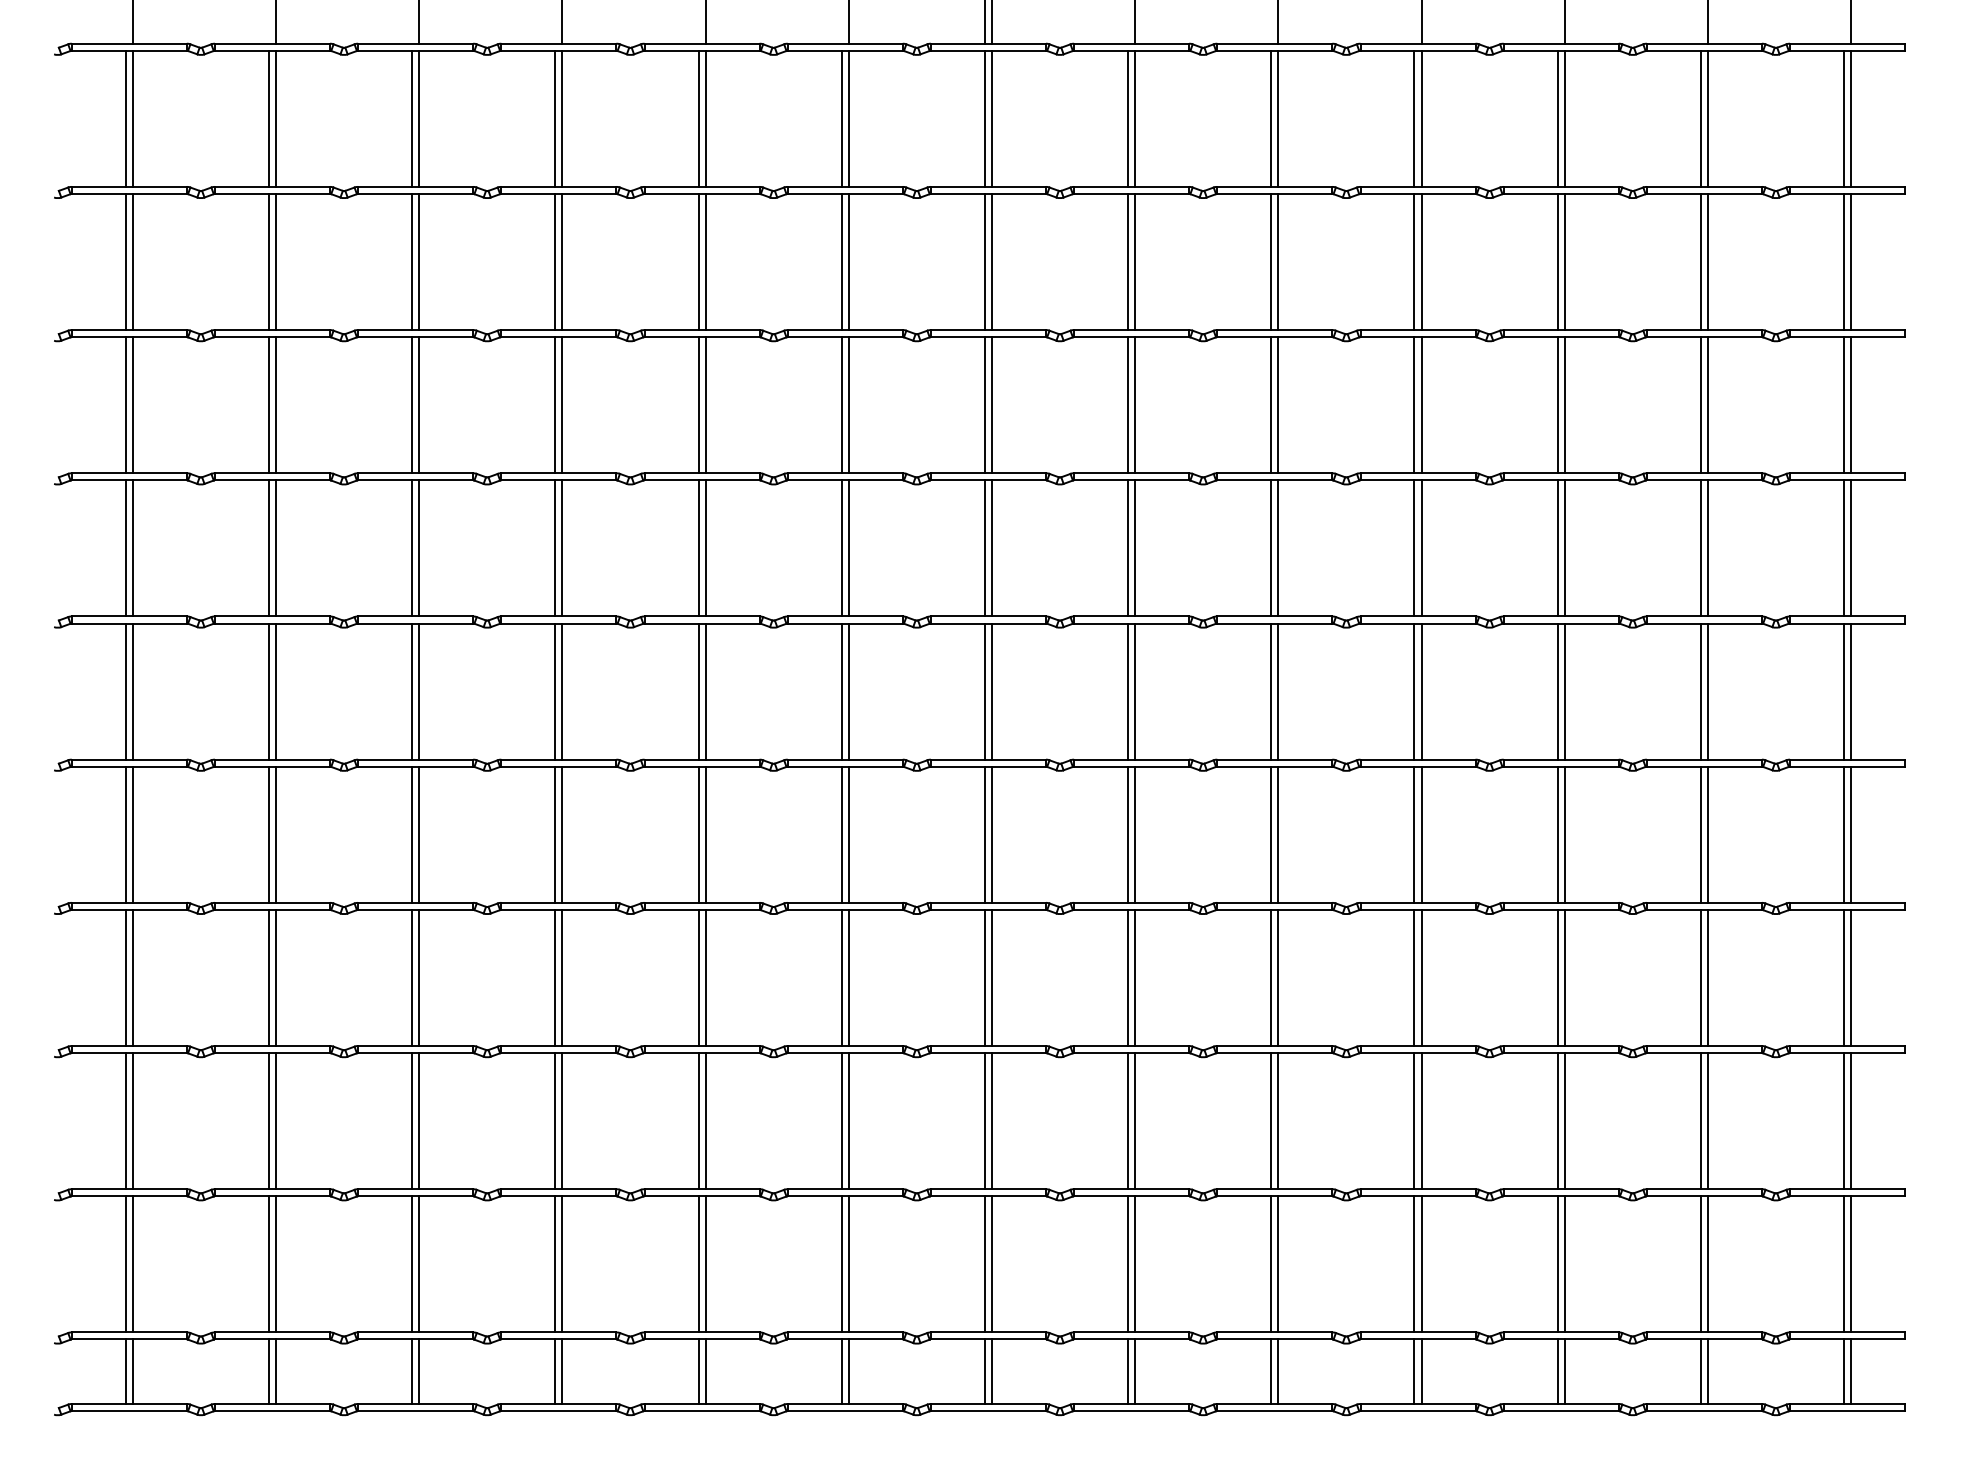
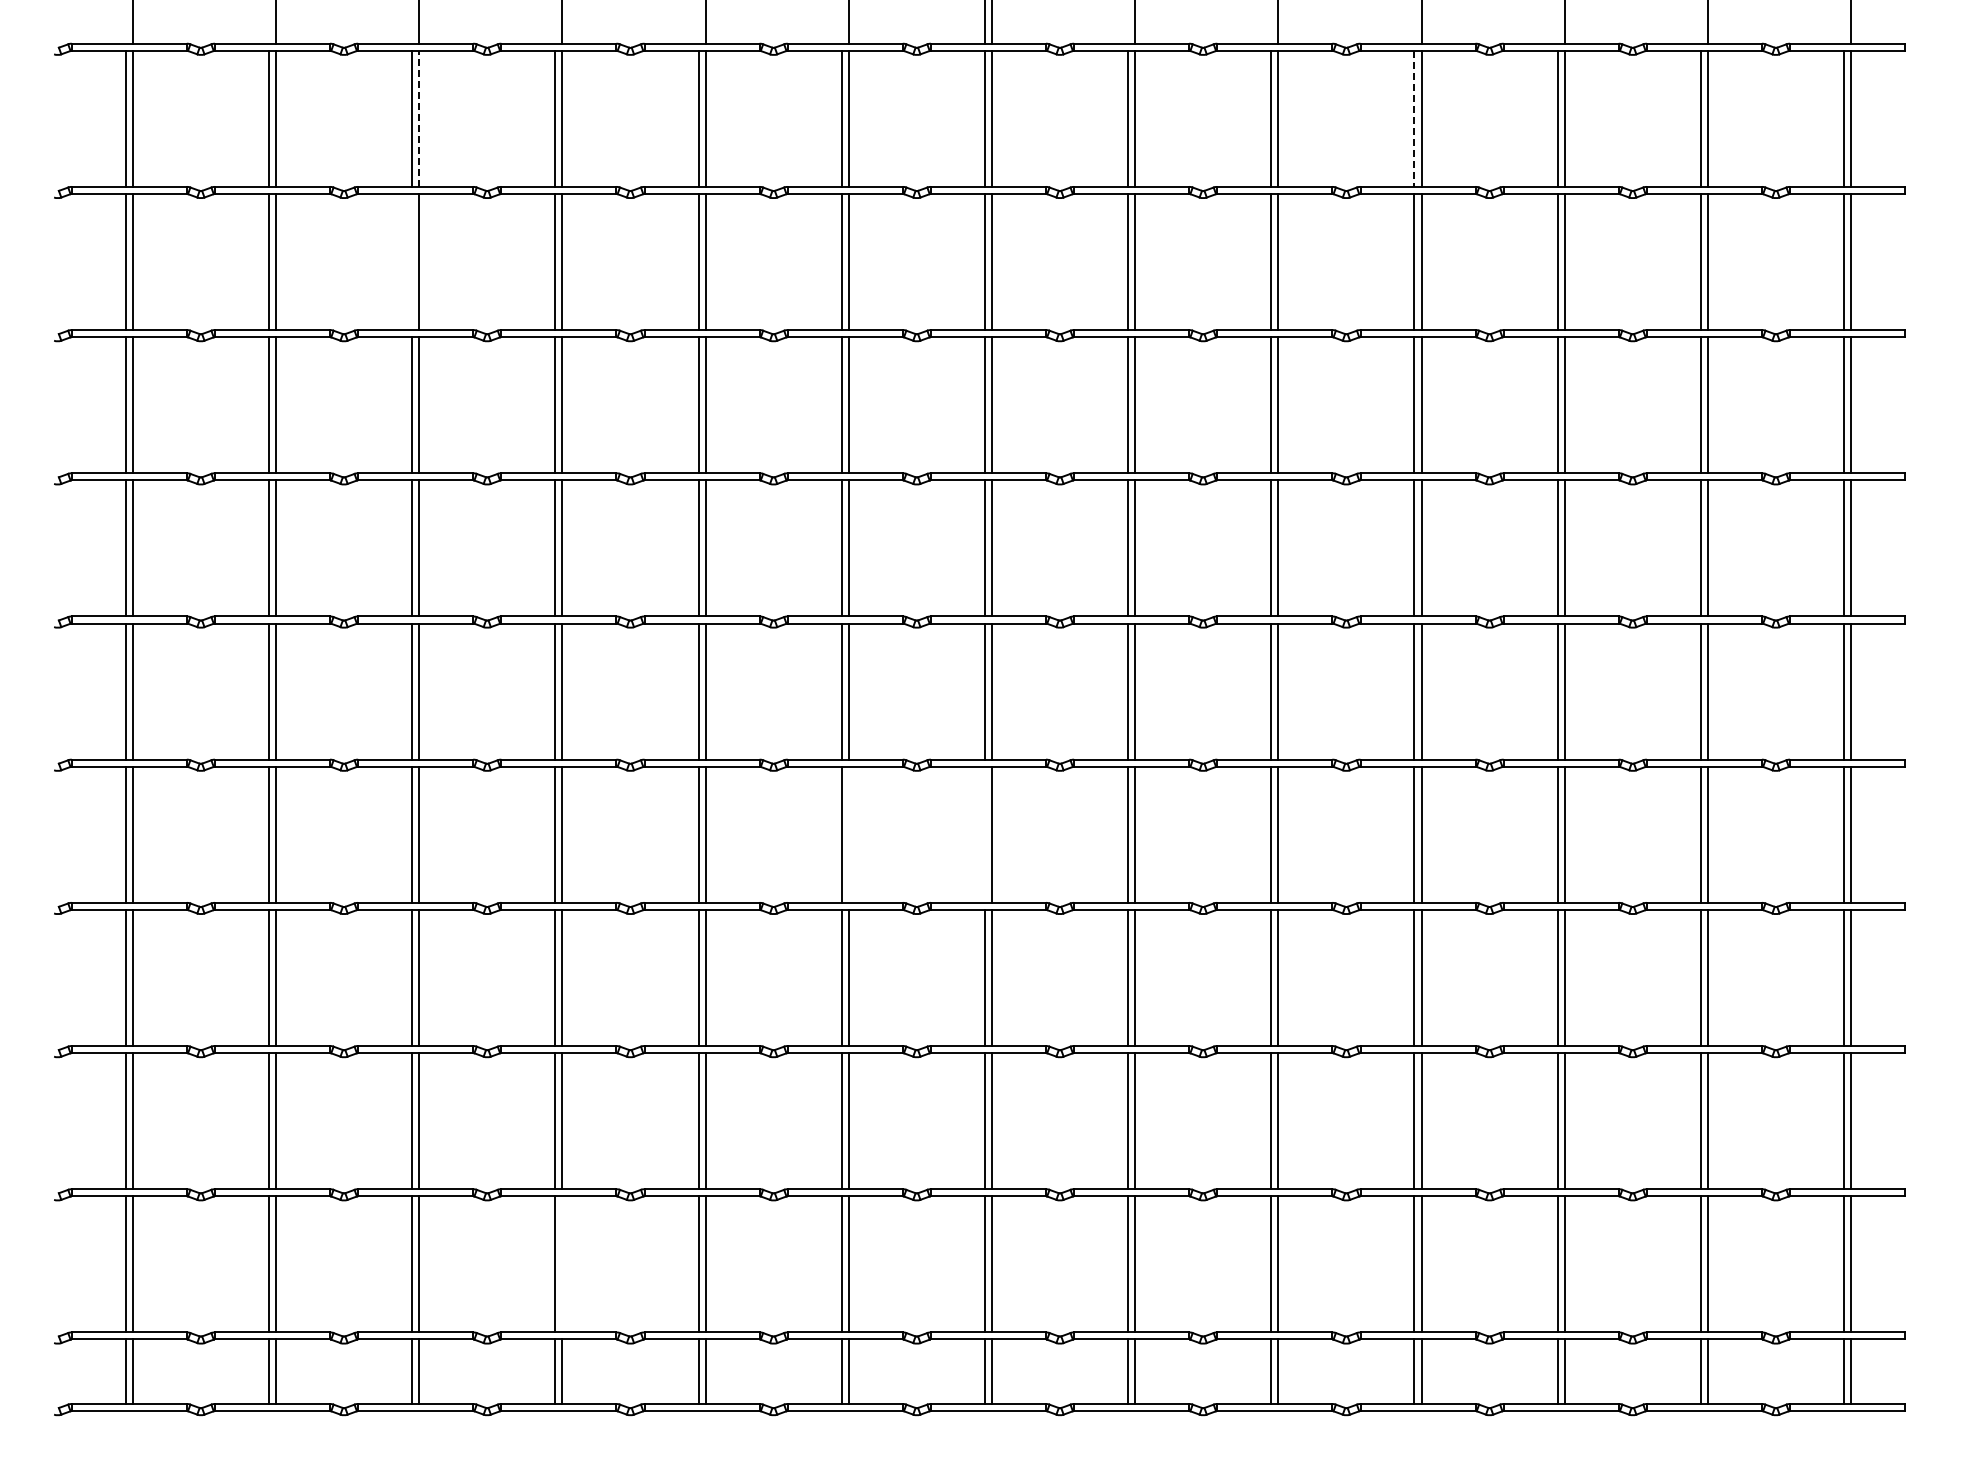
line at (419, 118): solid -> dashed
line at (1414, 119): solid -> dashed
line at (412, 261): present -> none
line at (848, 834): present -> none
line at (984, 834): present -> none
line at (562, 1264): present -> none
